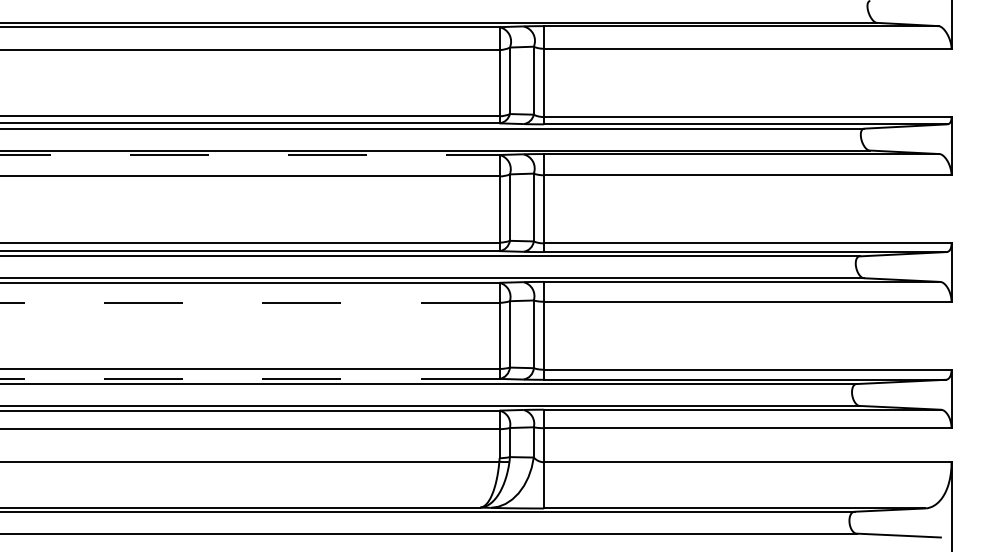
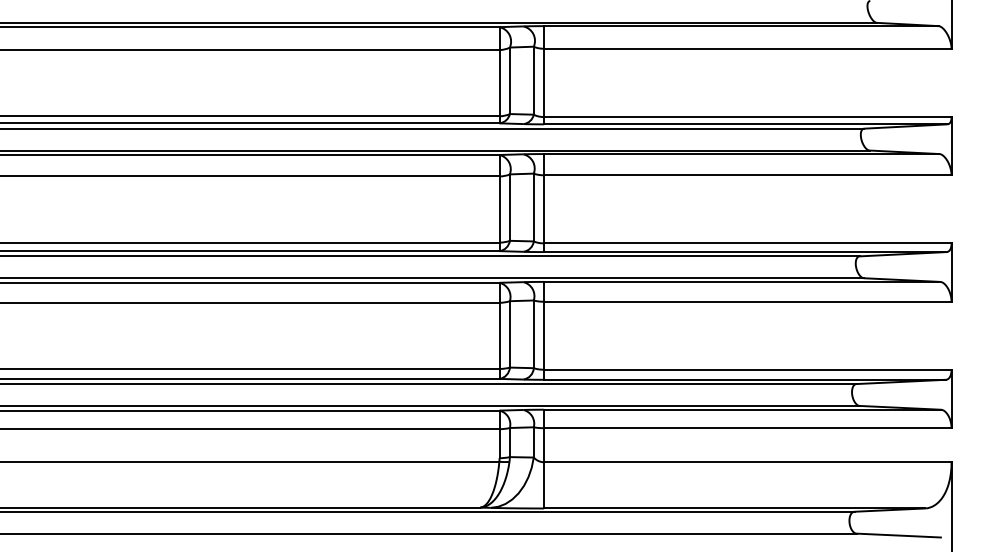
line at (250, 155): dashed -> solid
line at (249, 302): dashed -> solid
line at (249, 378): dashed -> solid
